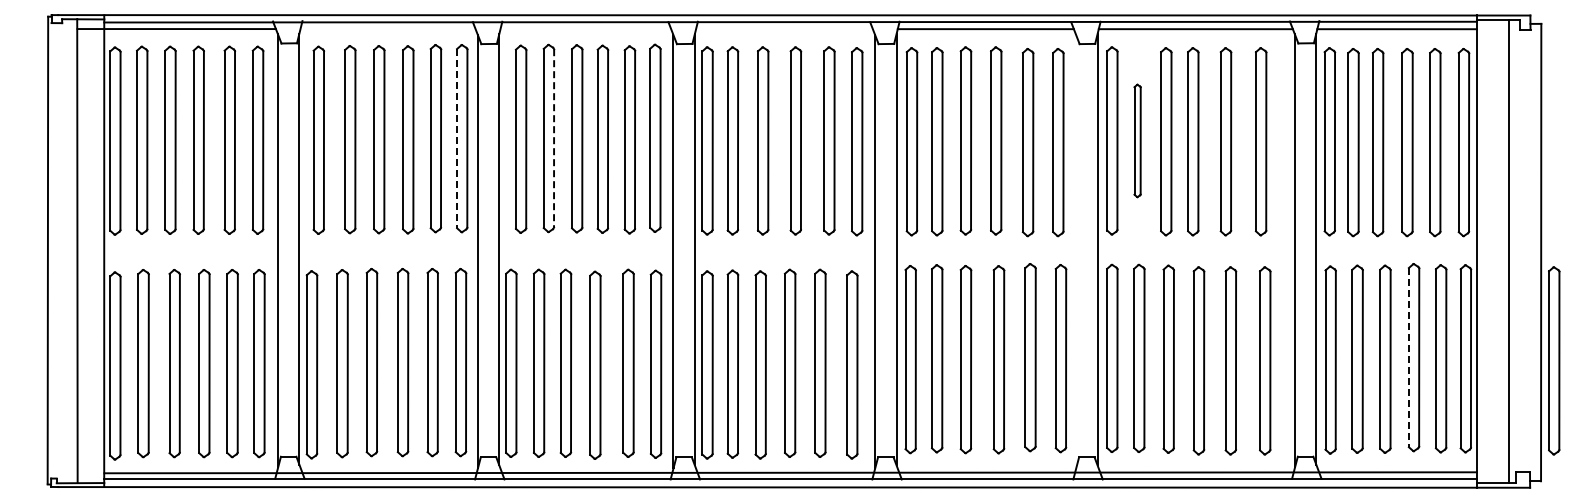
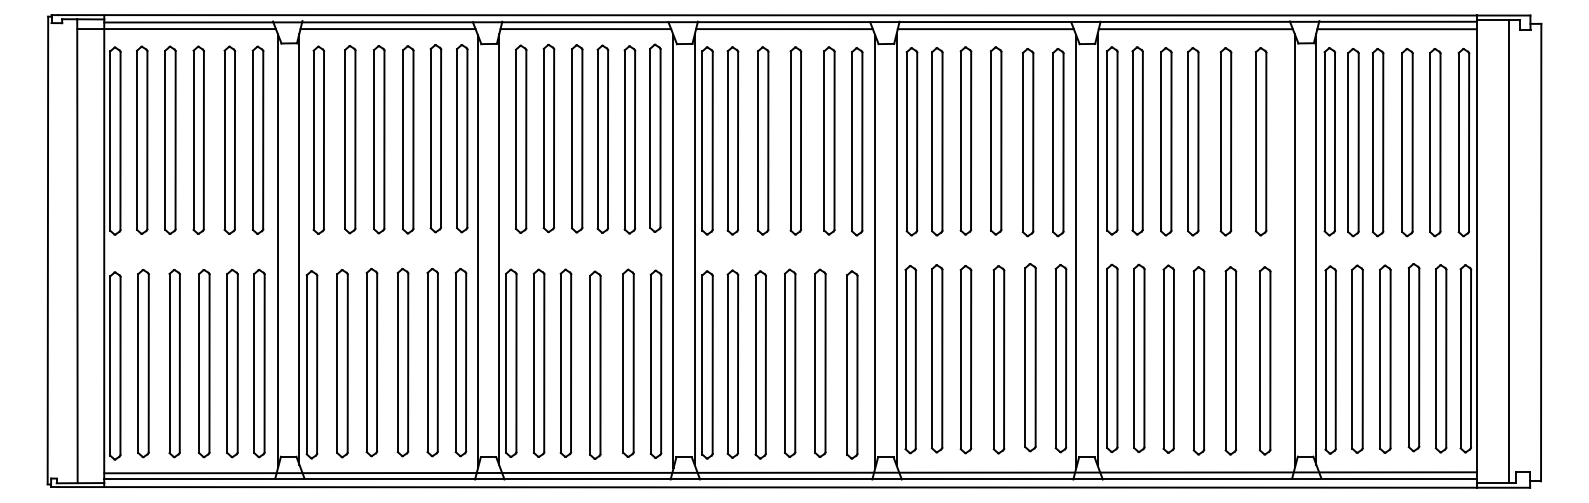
line at (387, 29): none -> present
line at (585, 29): none -> present
line at (784, 29): none -> present
line at (457, 138): dashed -> solid
line at (554, 138): dashed -> solid
part at (1137, 140) size: 9x116 px -> 13x190 px
line at (1076, 250): none -> present
line at (1408, 357): dashed -> solid
part at (1554, 360): present -> none
